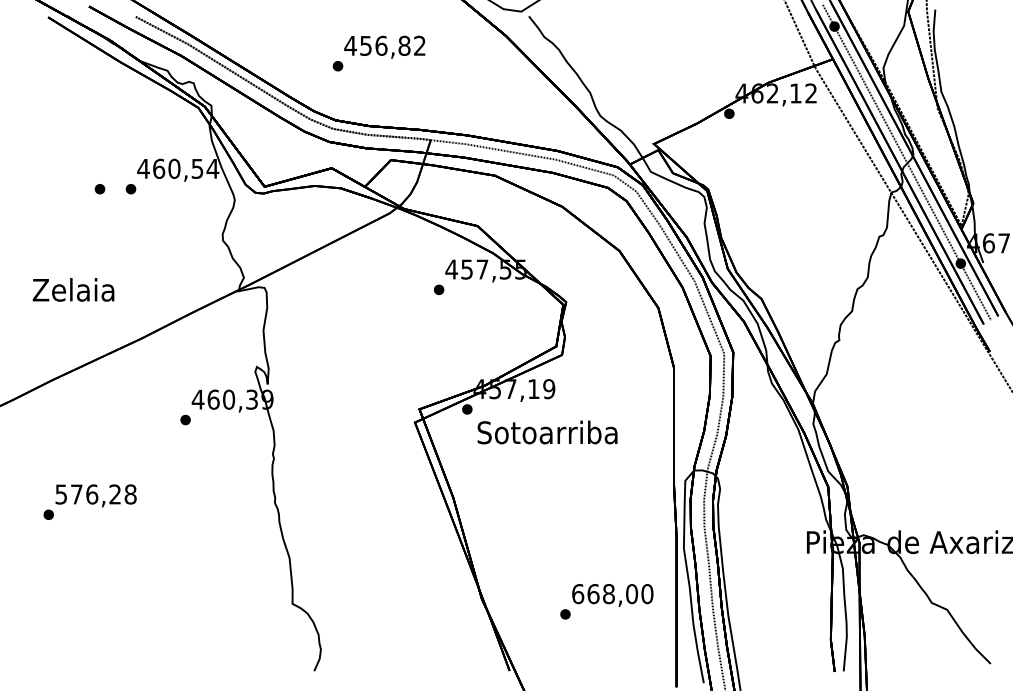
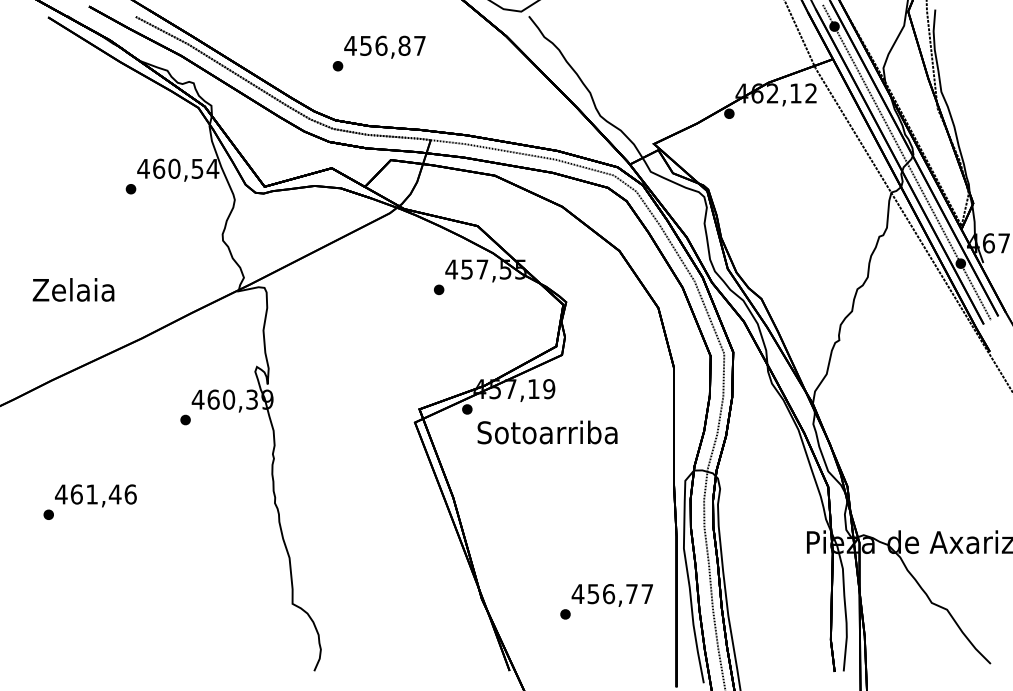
text at (419, 45): 456,82 -> 456,87
part at (99, 189): present -> none
text at (95, 494): 576,28 -> 461,46
text at (612, 594): 668,00 -> 456,77
